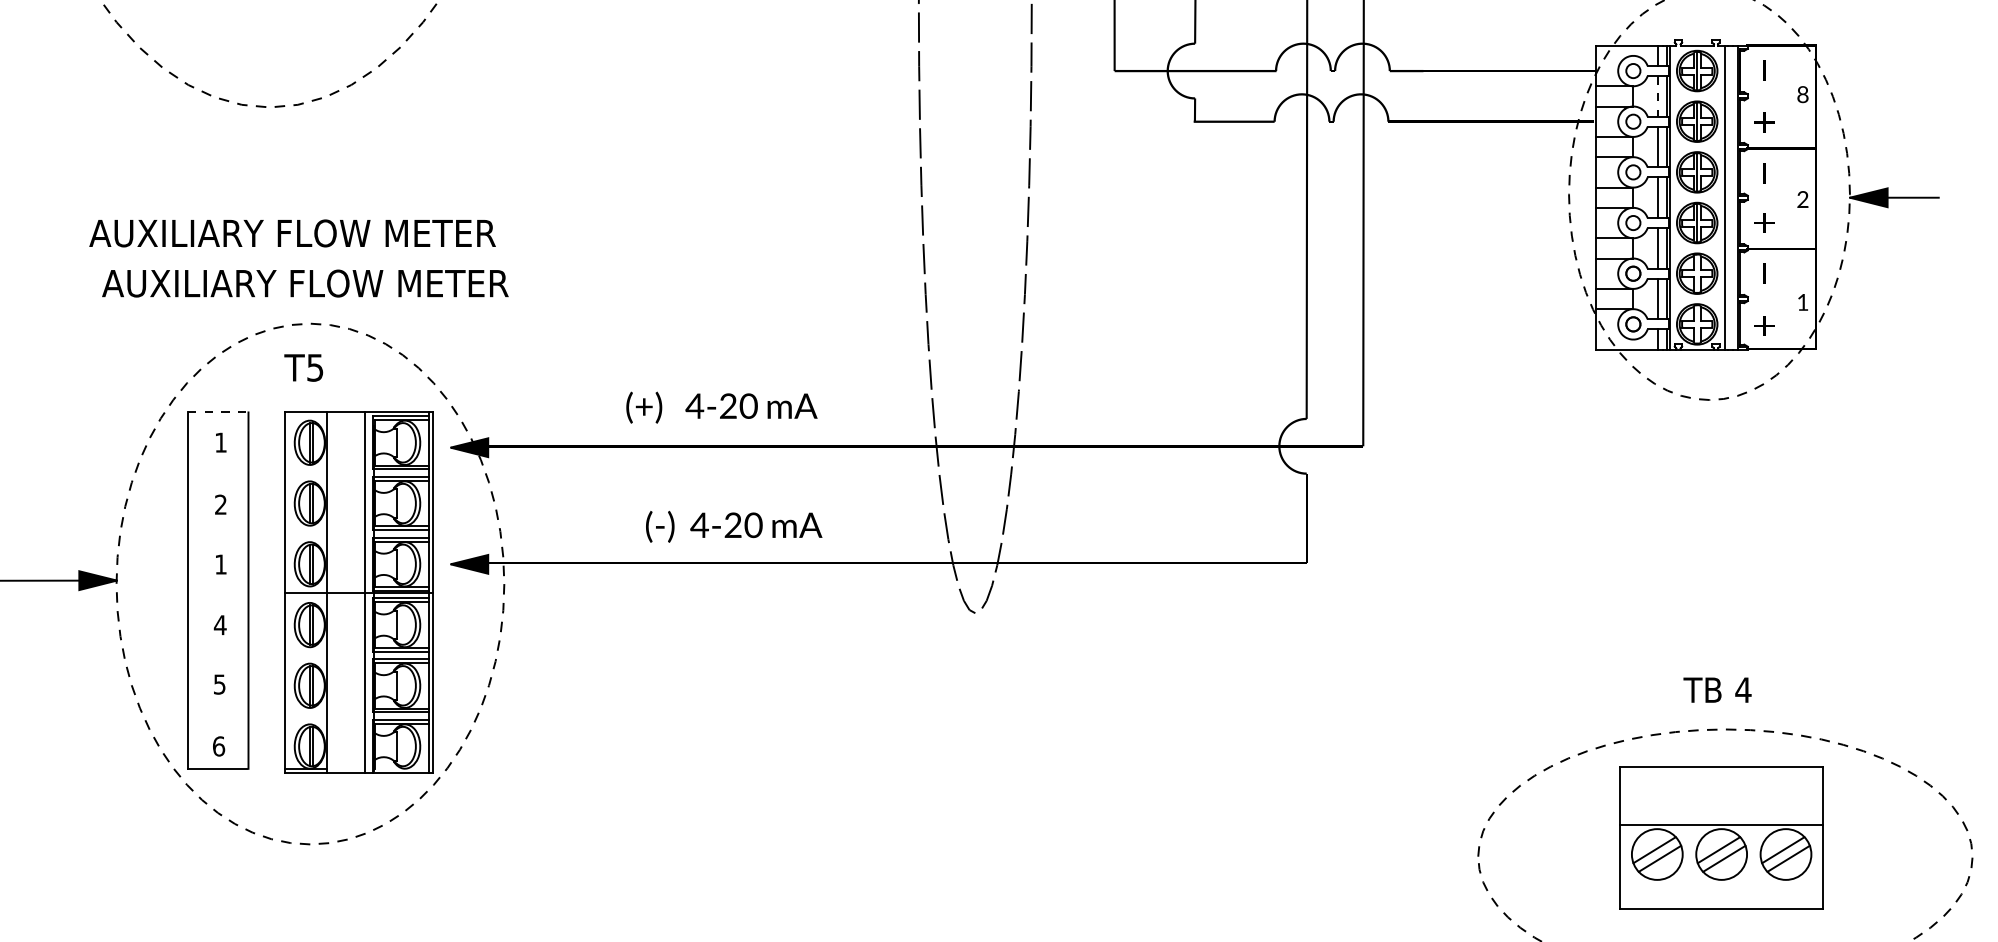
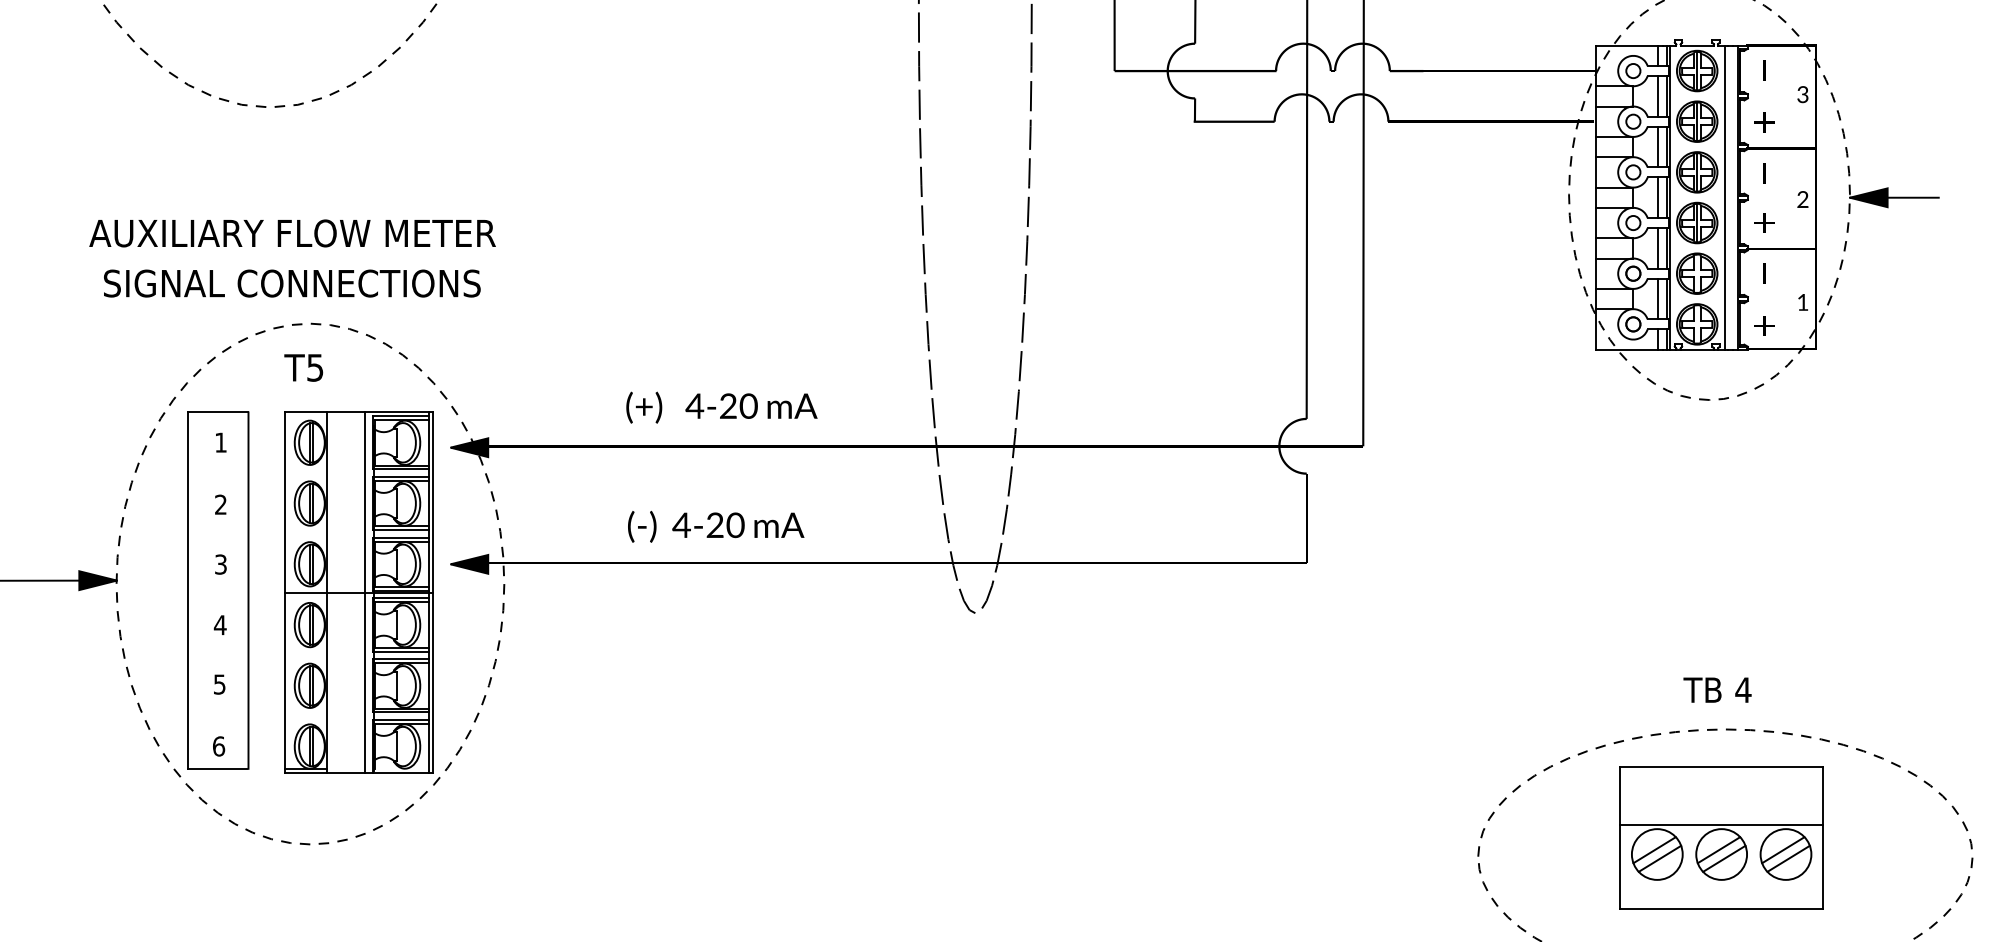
text at (1802, 94): 8 -> 3
line at (1657, 96): dashed -> solid
text at (305, 283): AUXILIARY FLOW METER -> SIGNAL CONNECTIONS
line at (218, 412): dashed -> solid
text at (734, 526) position: (734, 526) -> (716, 526)
text at (220, 564): 1 -> 3
